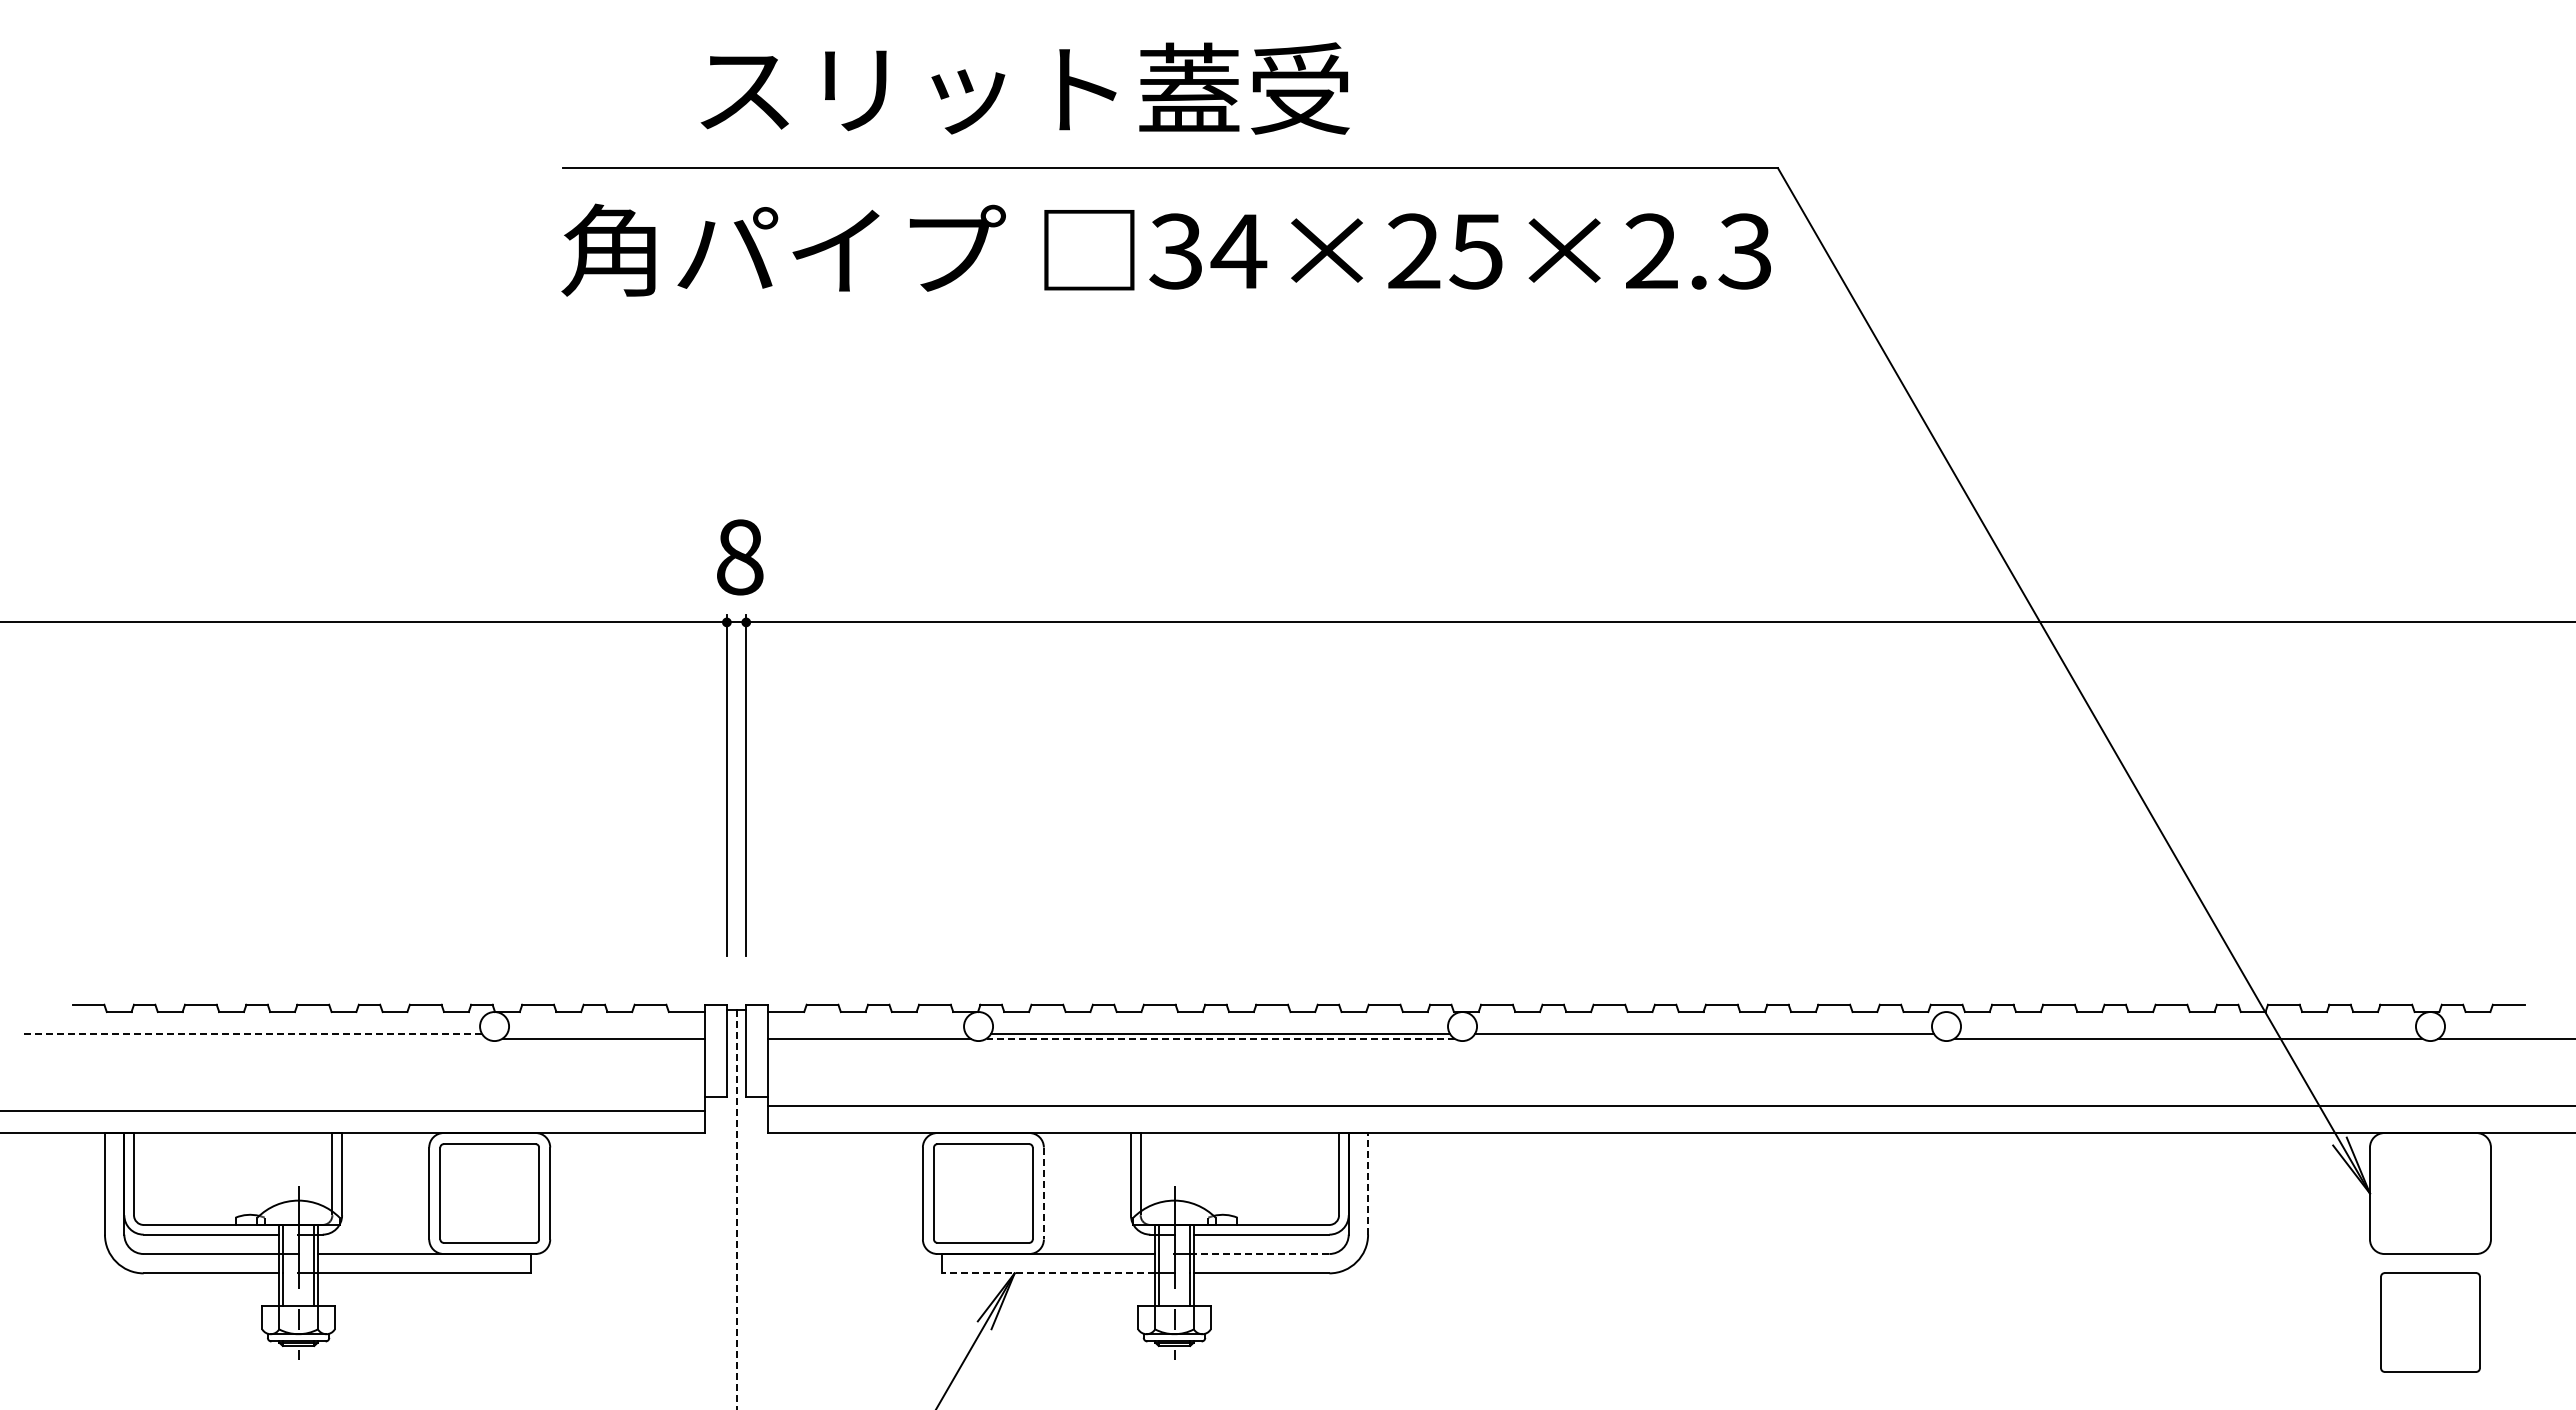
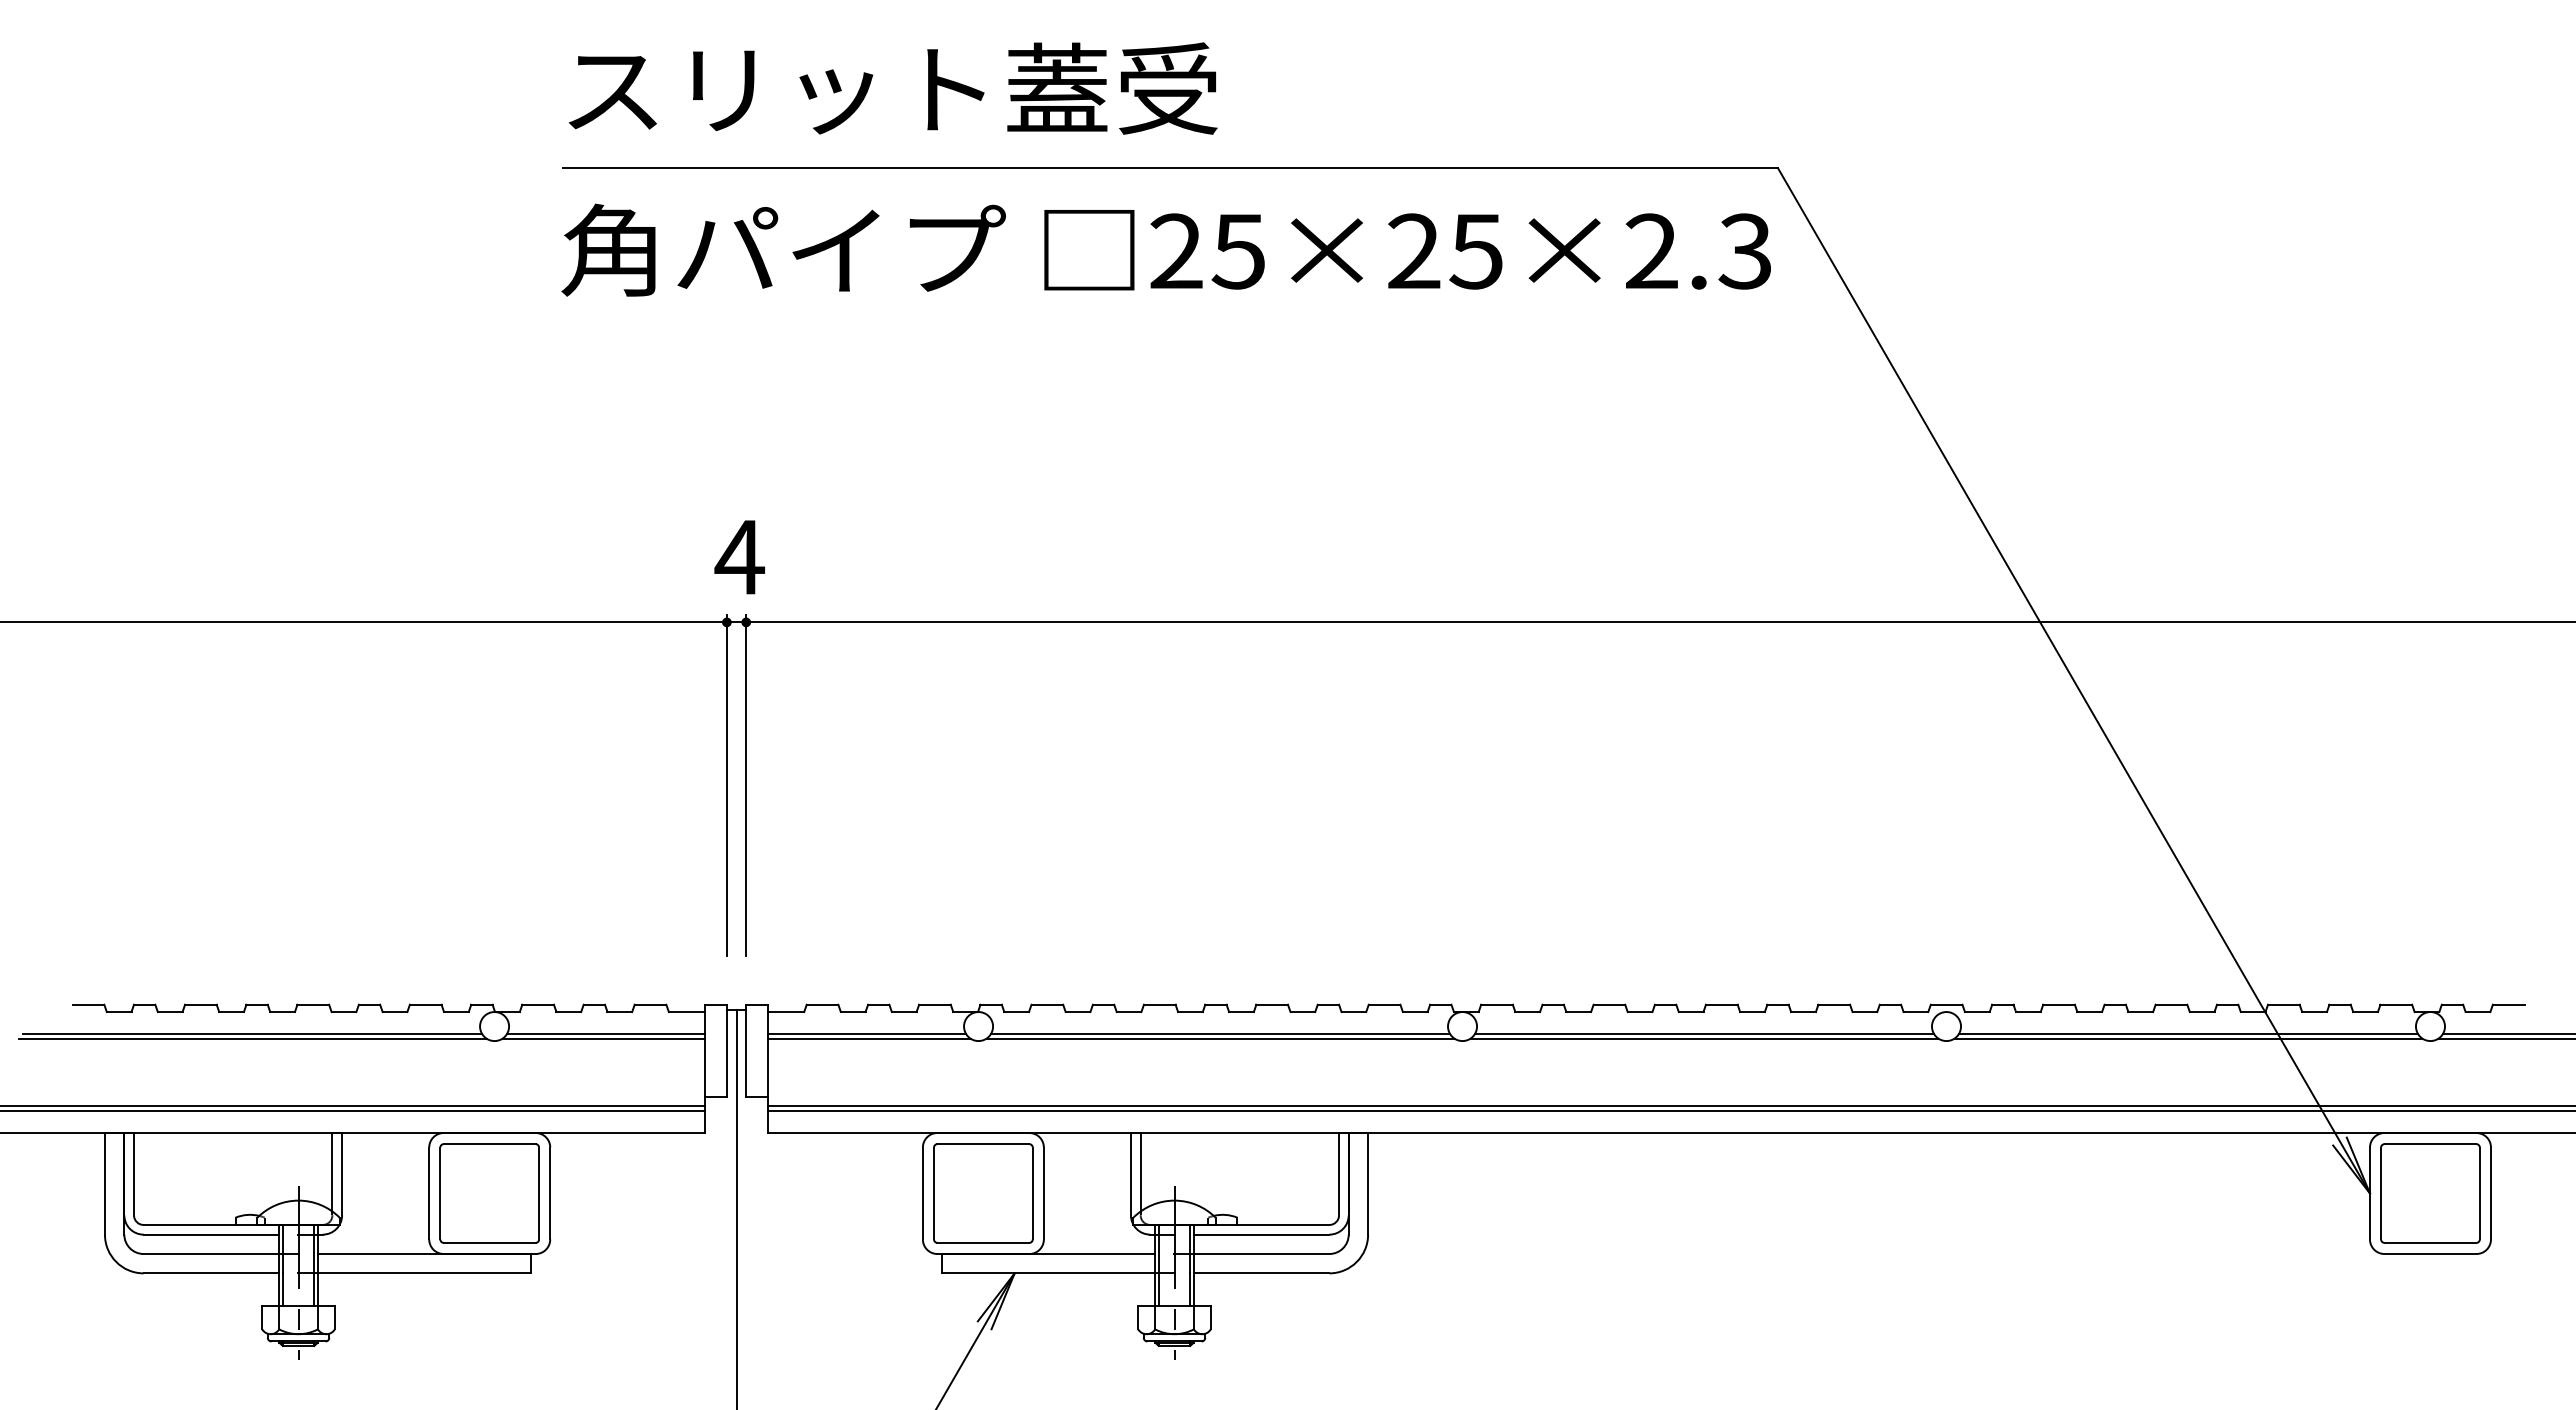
text at (1024, 88) position: (1024, 88) -> (892, 88)
text at (1208, 251): 34×25×2.3 -> 25×25×2.3
text at (739, 557): 8 -> 4
line at (252, 1033): dashed -> solid
line at (606, 1033): none -> present
line at (866, 1033): none -> present
line at (2188, 1033): none -> present
line at (2507, 1033): none -> present
line at (252, 1038): none -> present
line at (1220, 1038): dashed -> solid
line at (1704, 1038): none -> present
line at (353, 1106): none -> present
line at (1670, 1111): none -> present
line at (1368, 1183): dashed -> solid
line at (1043, 1193): dashed -> solid
line at (736, 1209): dashed -> solid
line at (1261, 1254): dashed -> solid
line at (1048, 1273): dashed -> solid
part at (2430, 1322) position: (2430, 1322) -> (2430, 1193)
